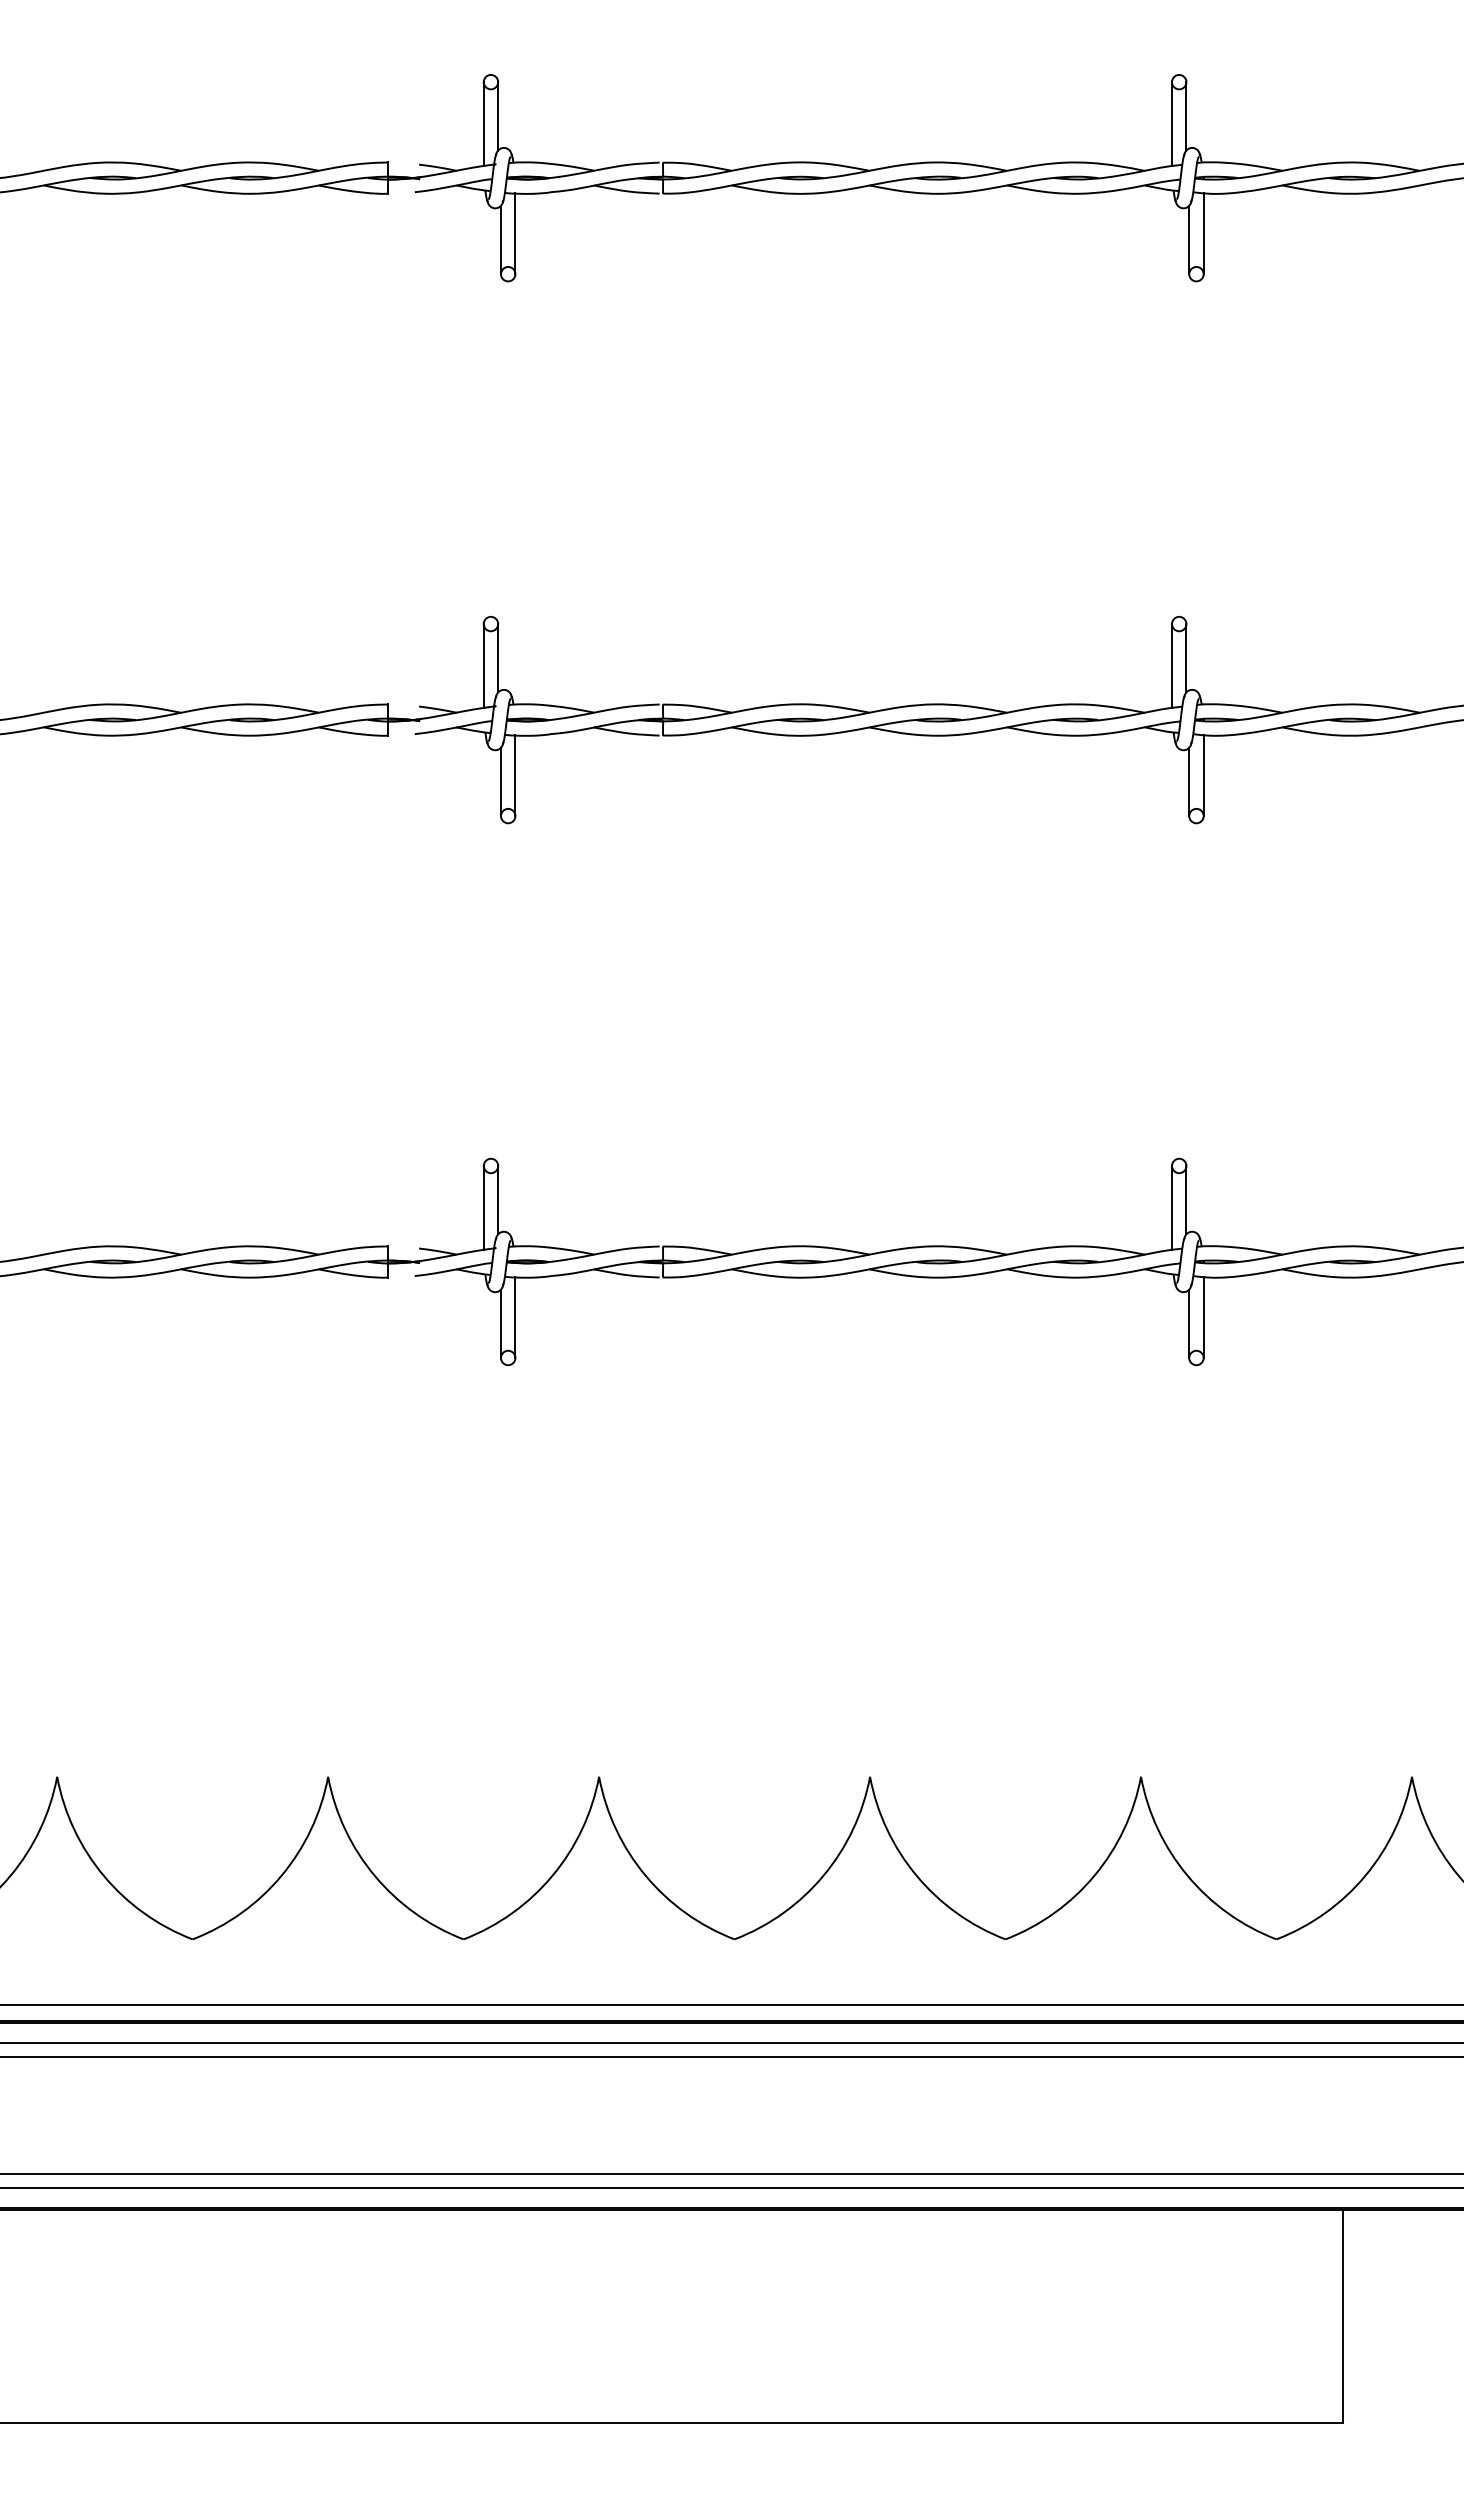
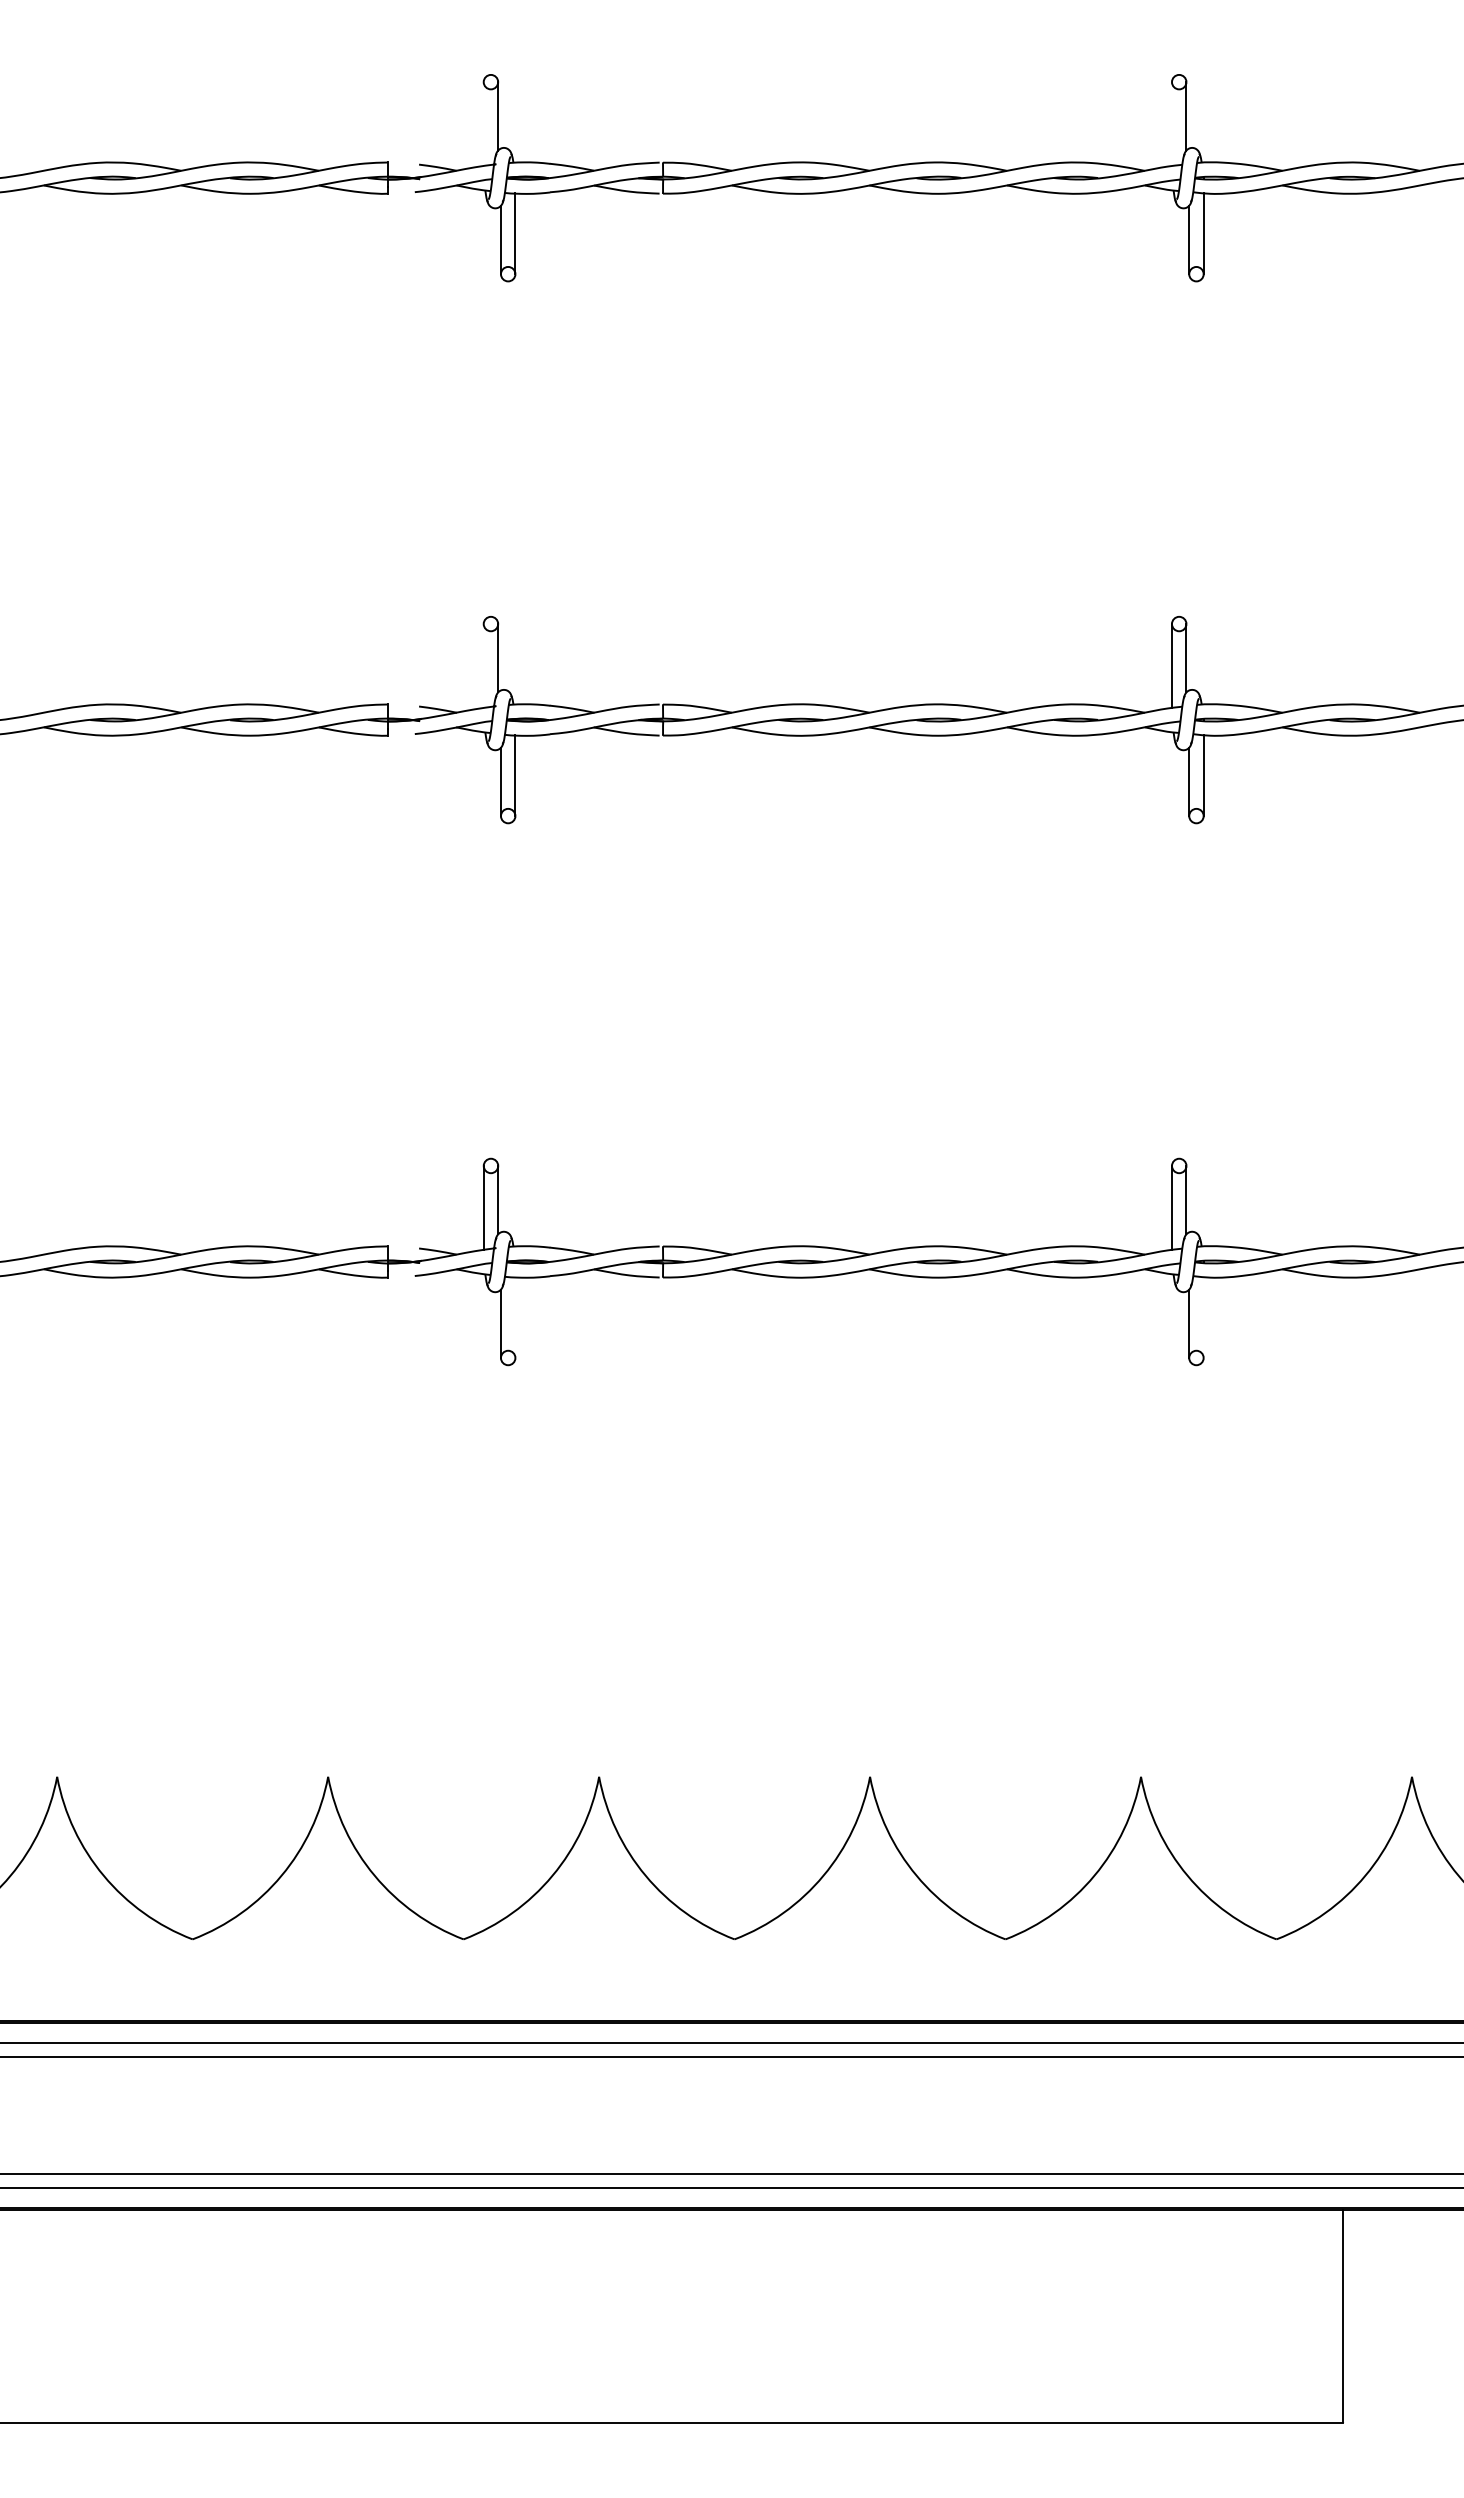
line at (483, 124): present -> none
line at (1171, 124): present -> none
line at (483, 665): present -> none
line at (515, 1317): present -> none
line at (1203, 1317): present -> none
line at (731, 2004): present -> none
